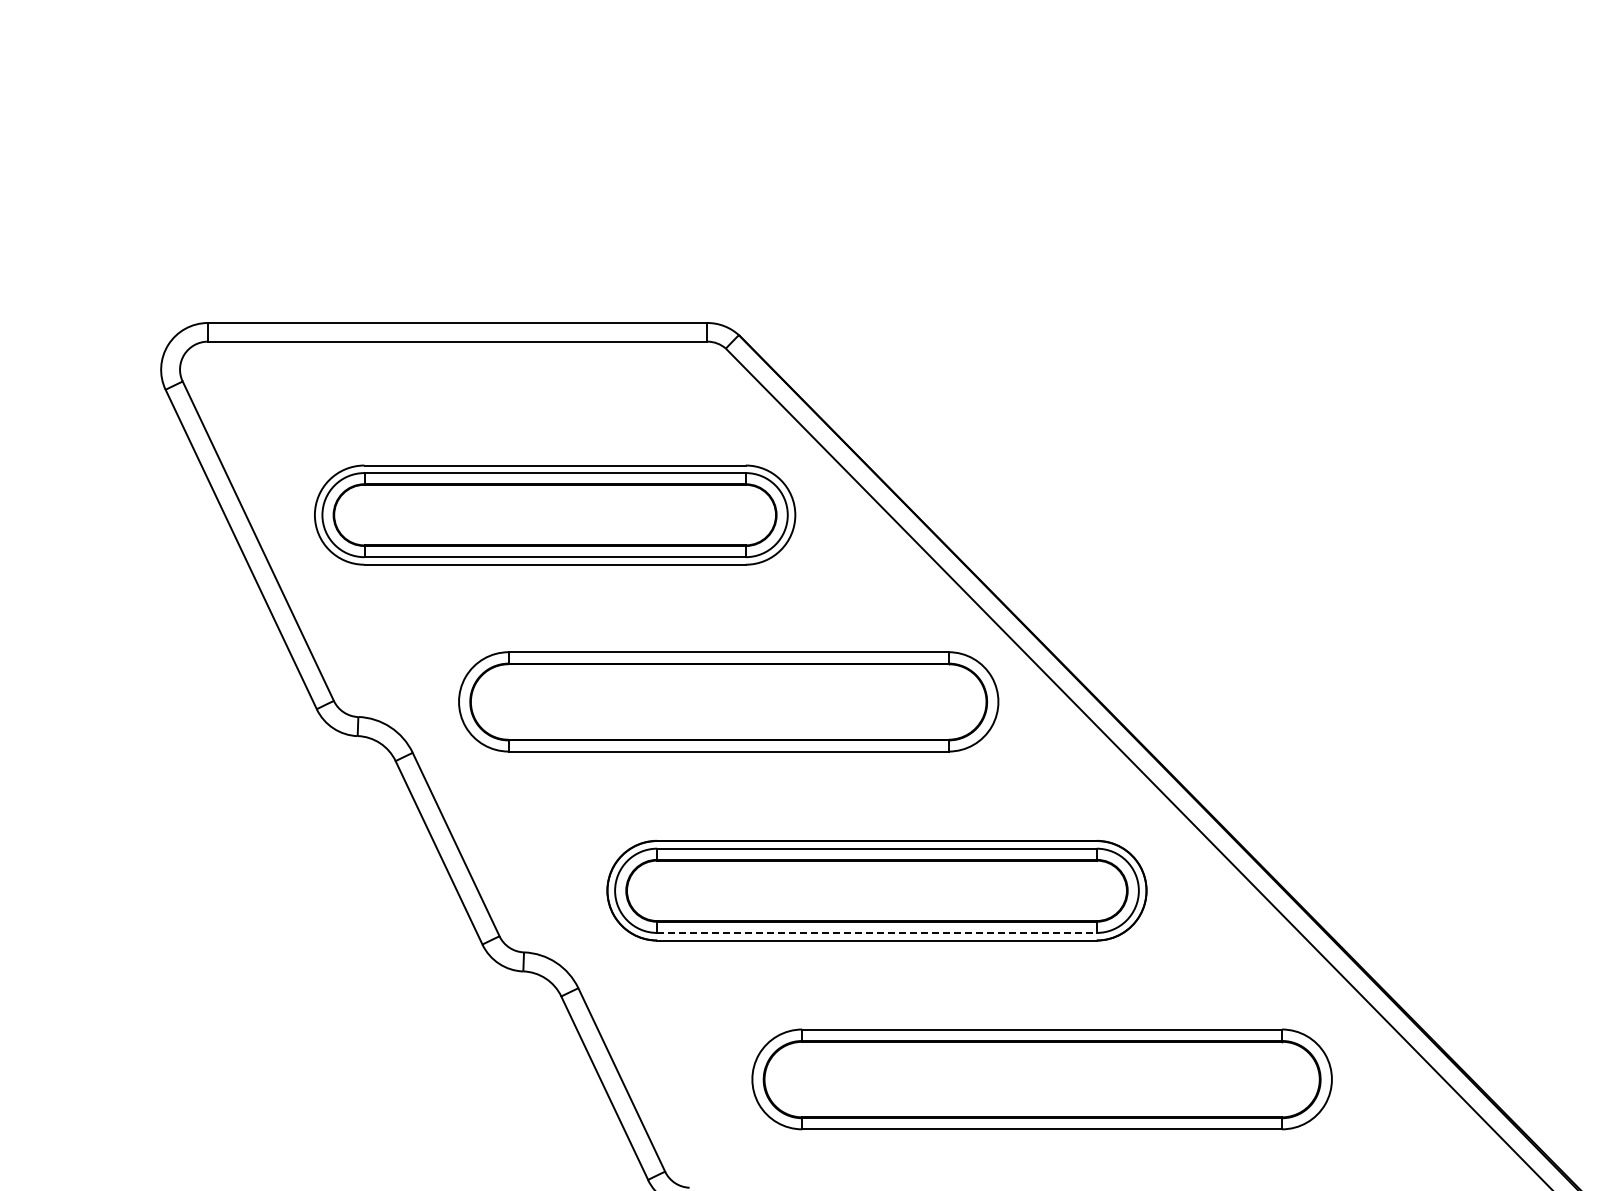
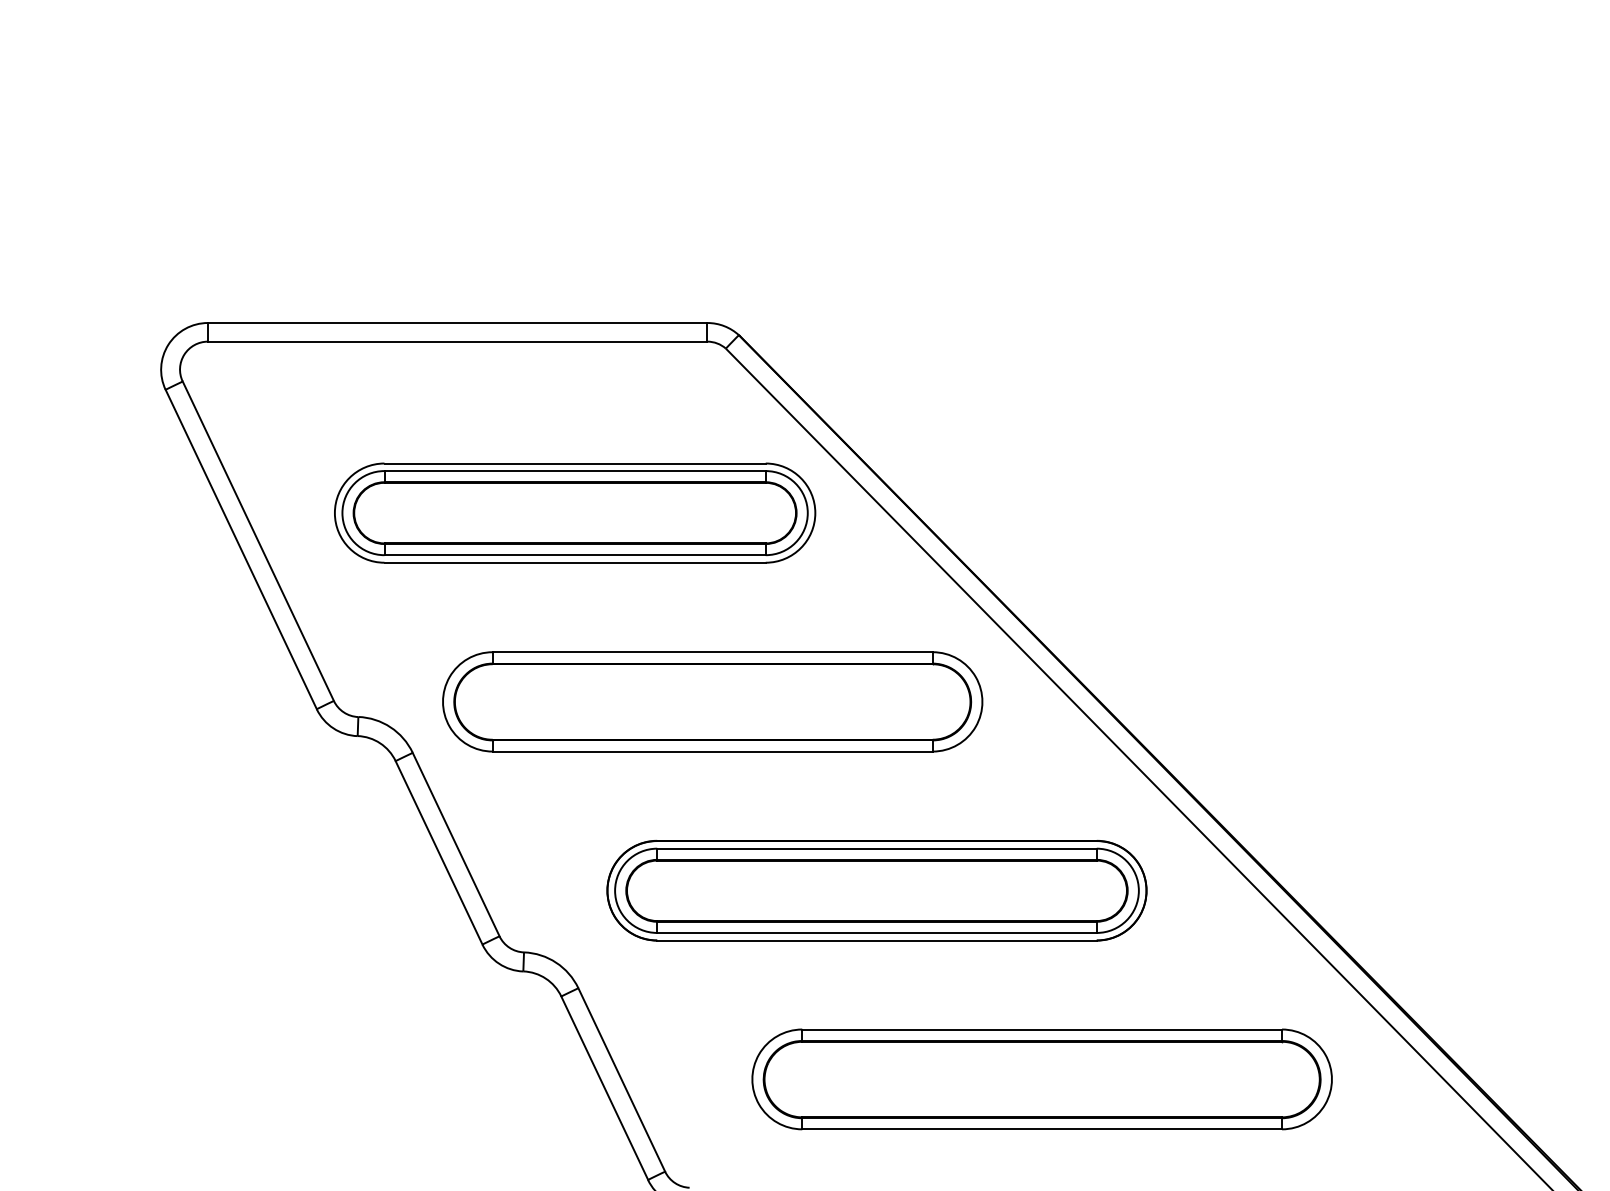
part at (555, 514) position: (555, 514) -> (575, 512)
part at (728, 701) position: (728, 701) -> (712, 701)
line at (876, 932): dashed -> solid
